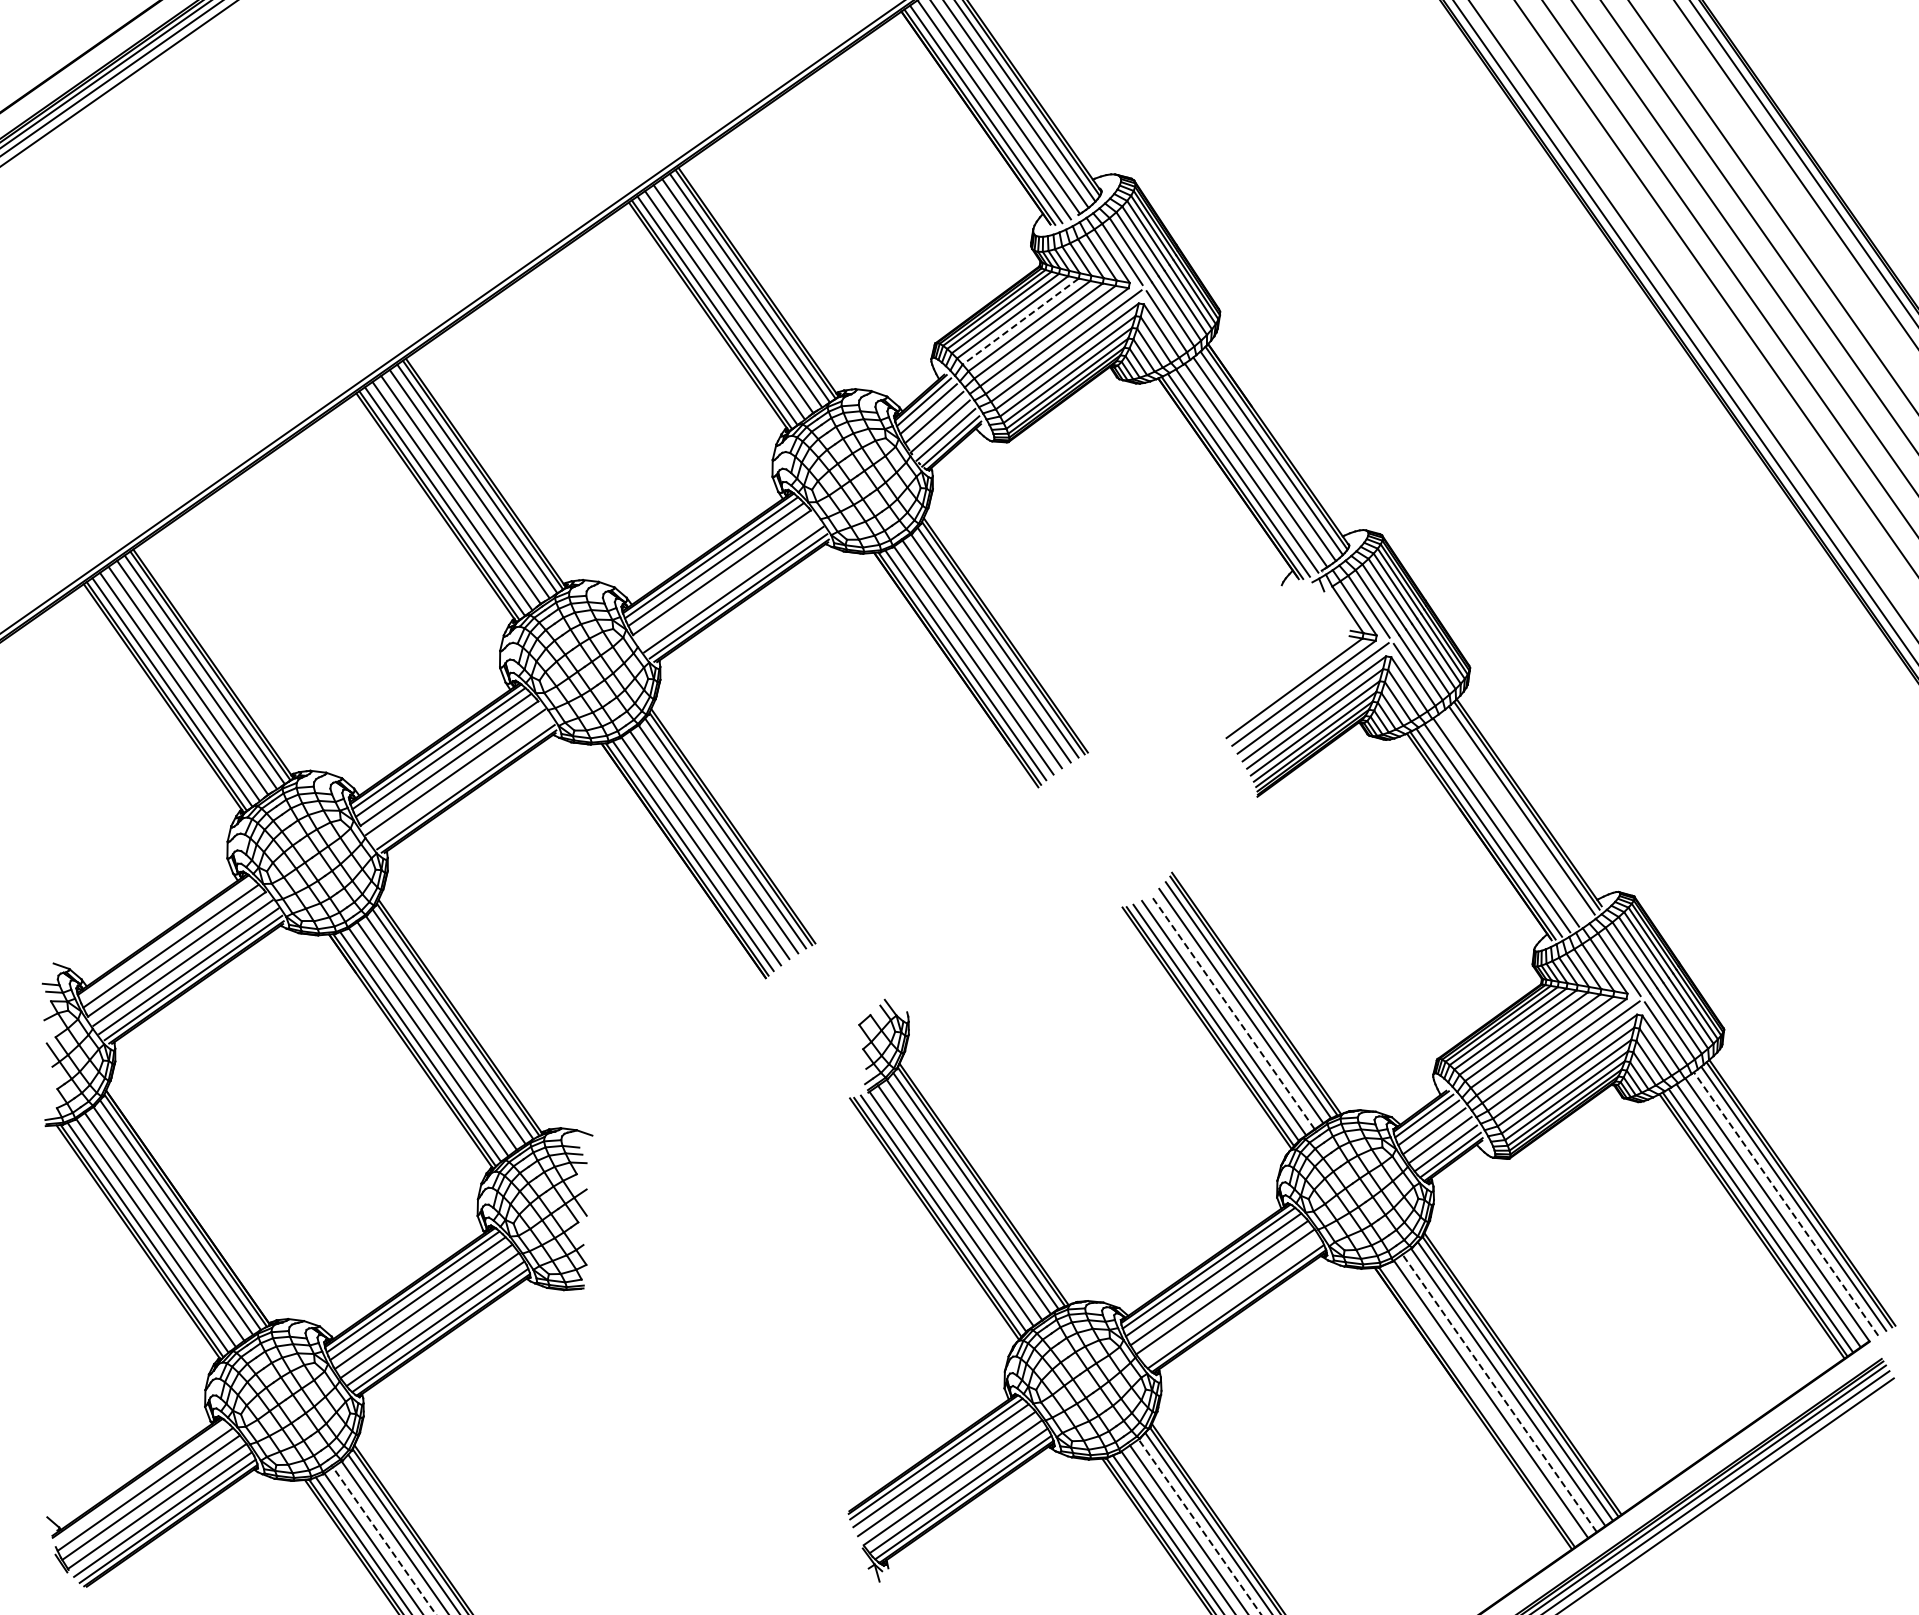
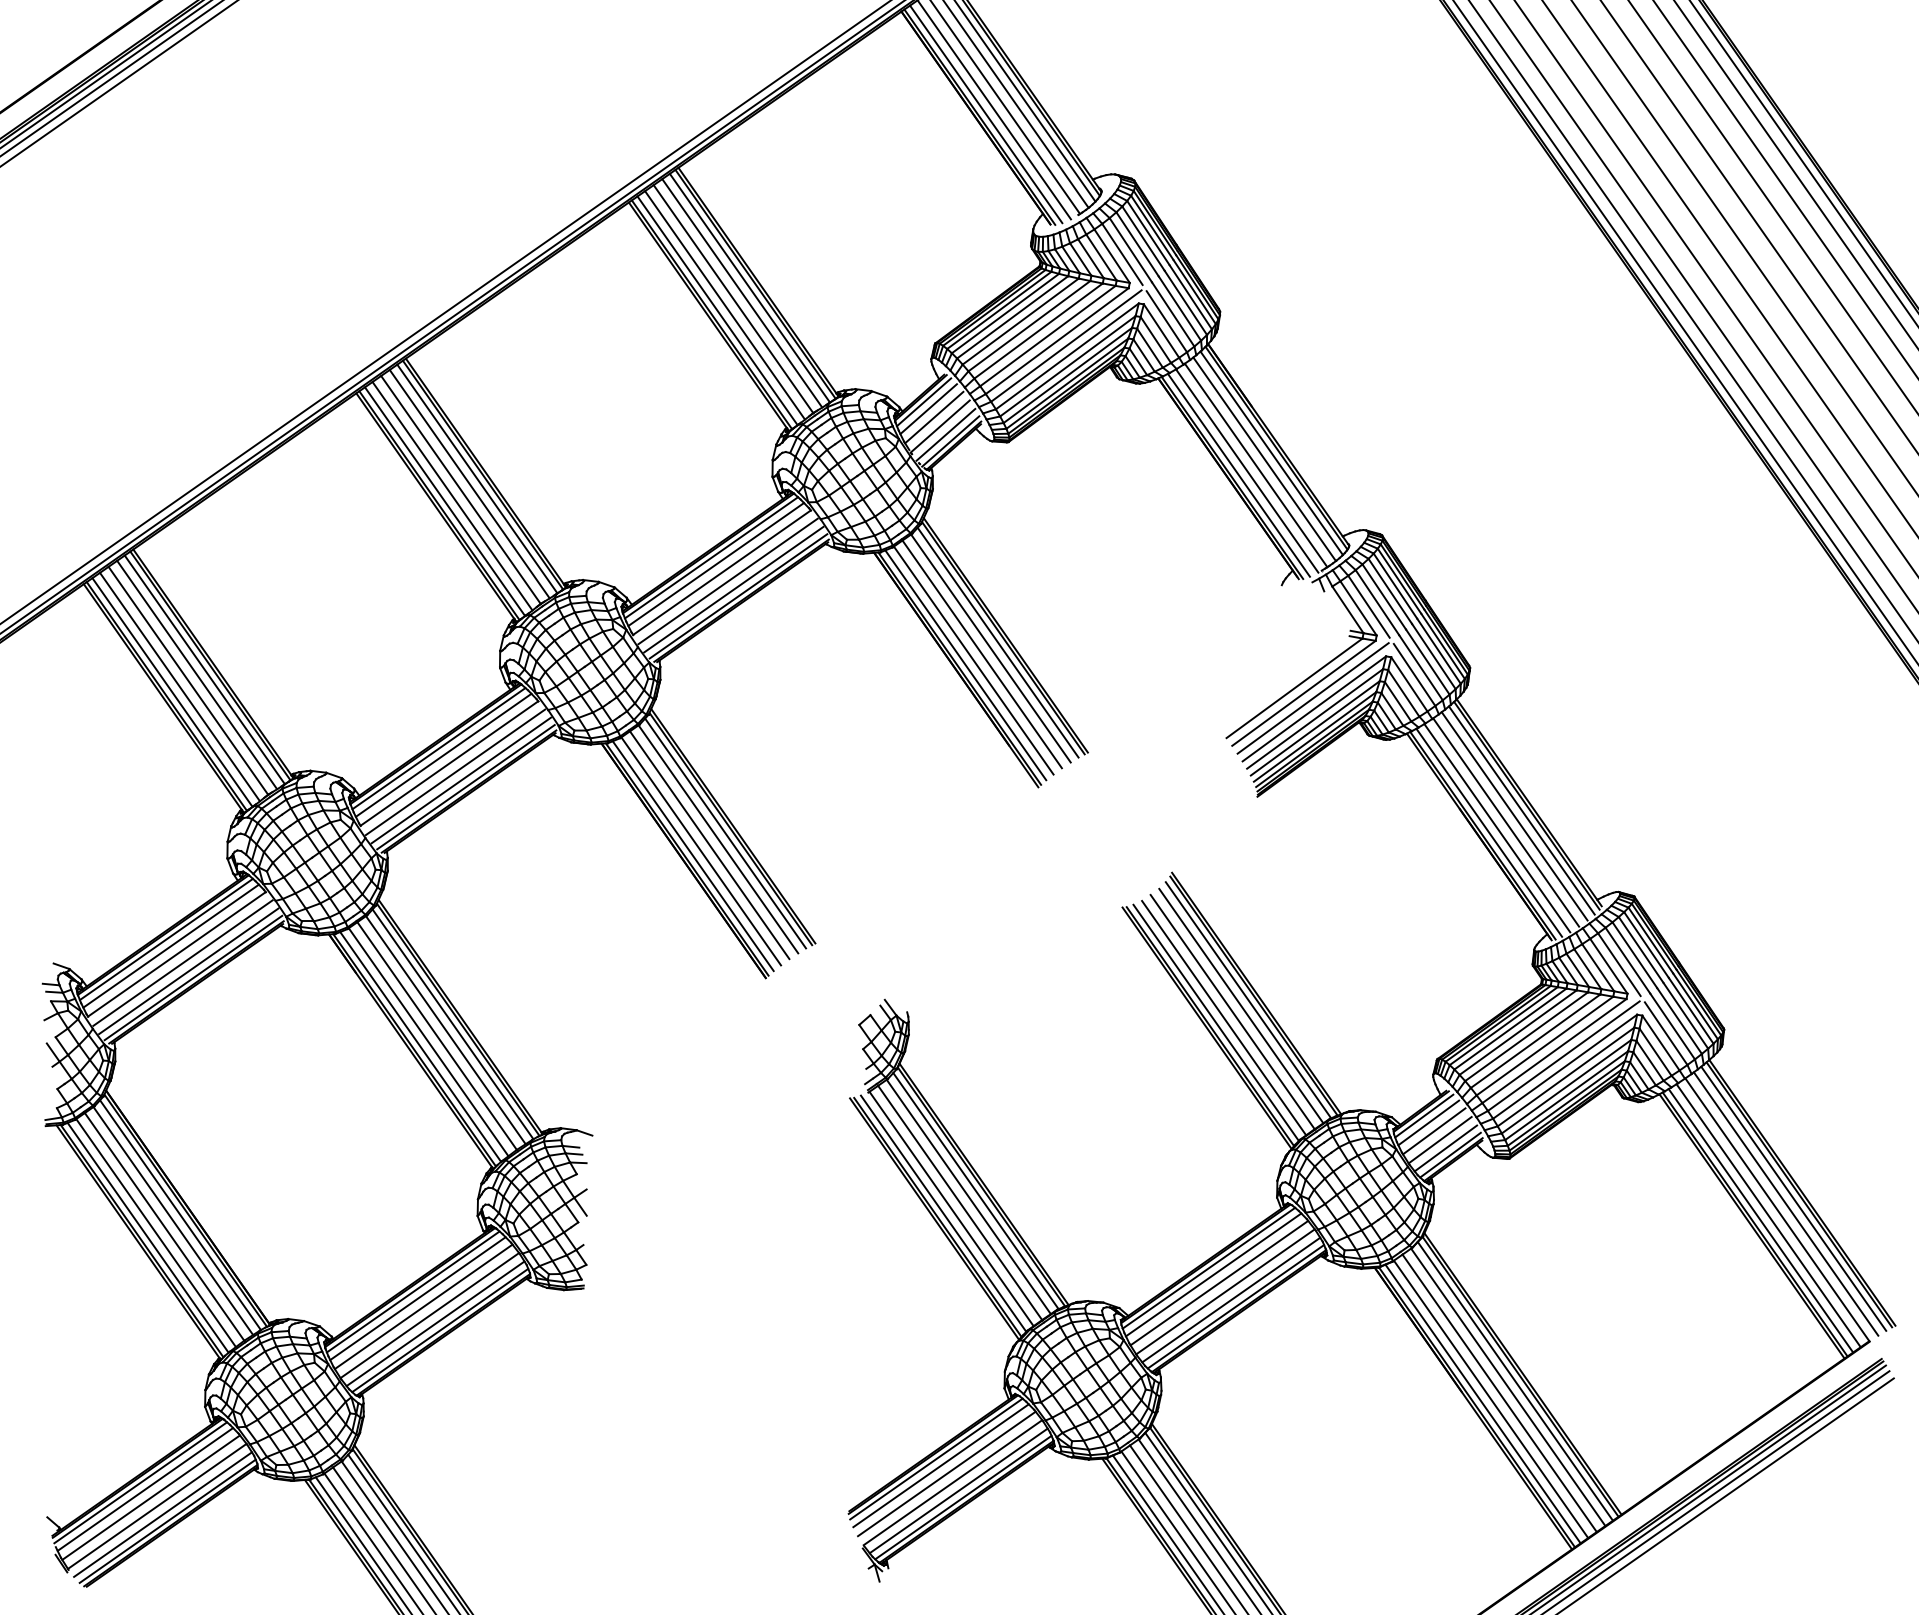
line at (1784, 188): none -> present
line at (1703, 305): none -> present
line at (445, 312): none -> present
line at (1020, 321): dashed -> solid
line at (727, 581): none -> present
line at (461, 780): none -> present
line at (1514, 816): none -> present
line at (165, 939): none -> present
line at (1232, 1012): dashed -> solid
line at (1786, 1204): dashed -> solid
line at (1231, 1299): none -> present
line at (1499, 1392): dashed -> solid
line at (1482, 1403): none -> present
line at (140, 1482): none -> present
line at (1199, 1527): dashed -> solid
line at (384, 1541): dashed -> solid
